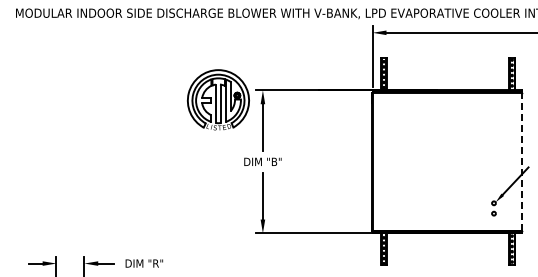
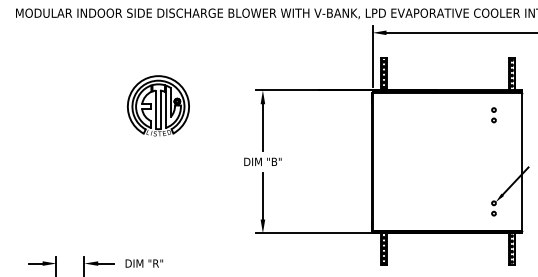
part at (218, 99) position: (218, 99) -> (158, 105)
part at (493, 115): none -> present
line at (521, 161): dashed -> solid
